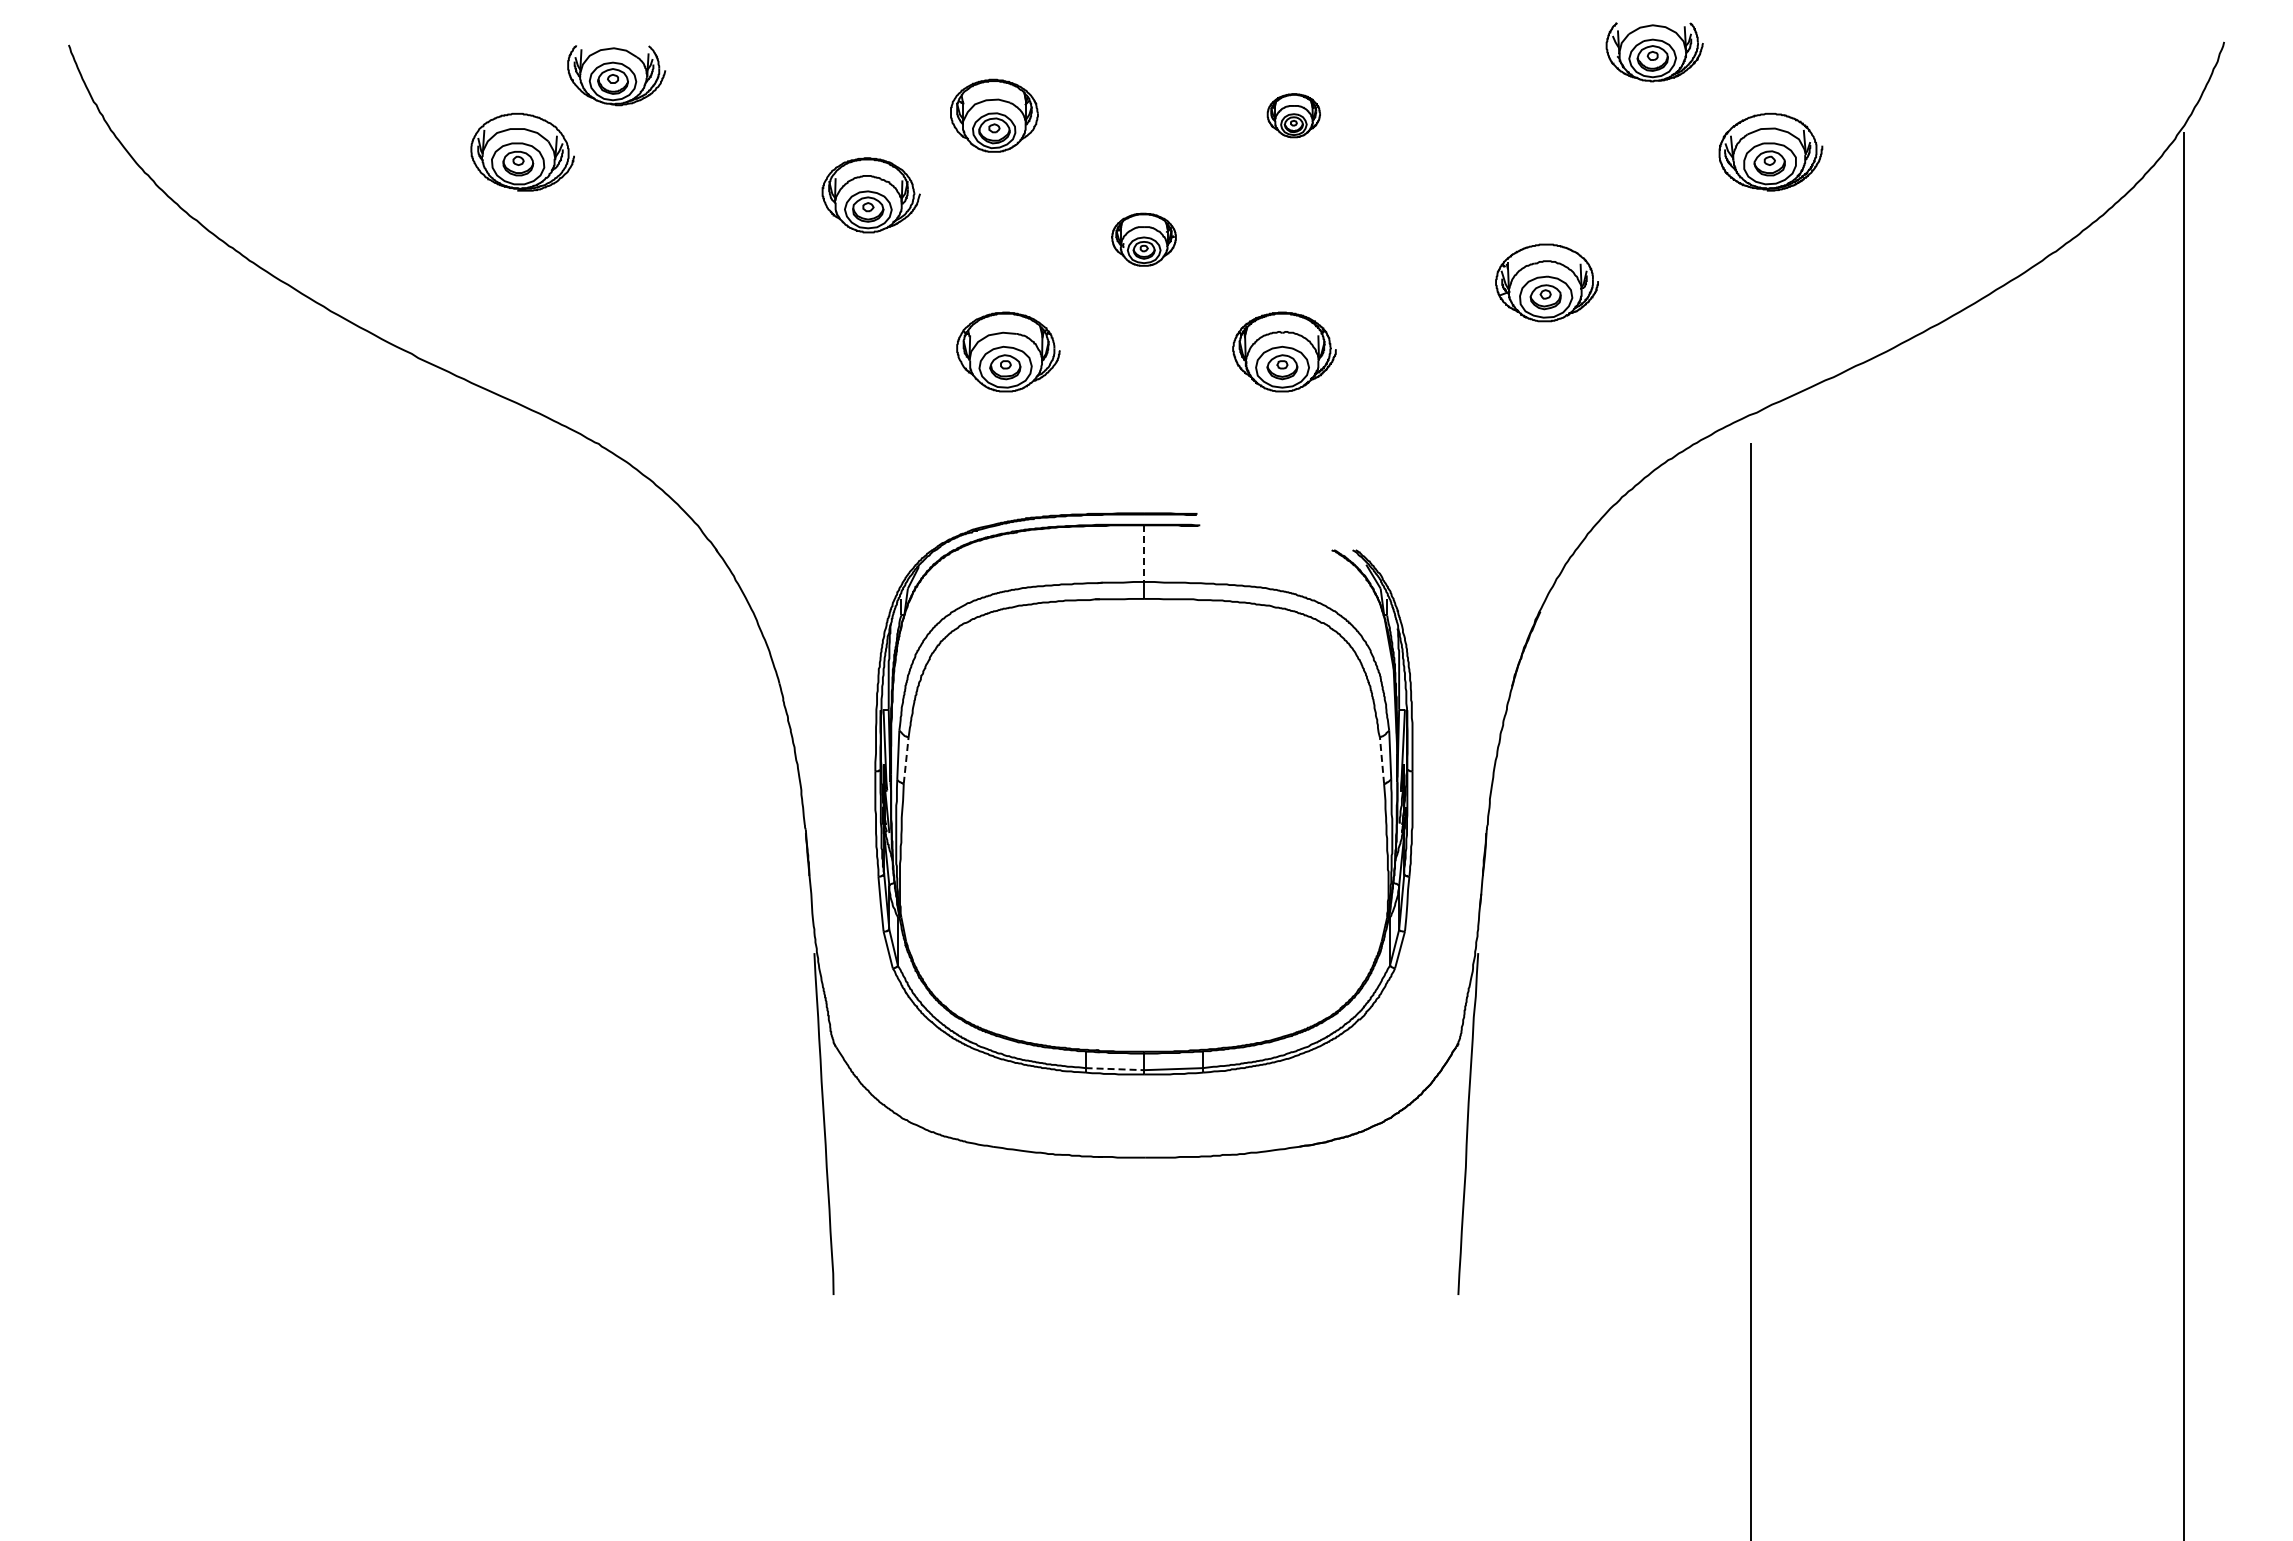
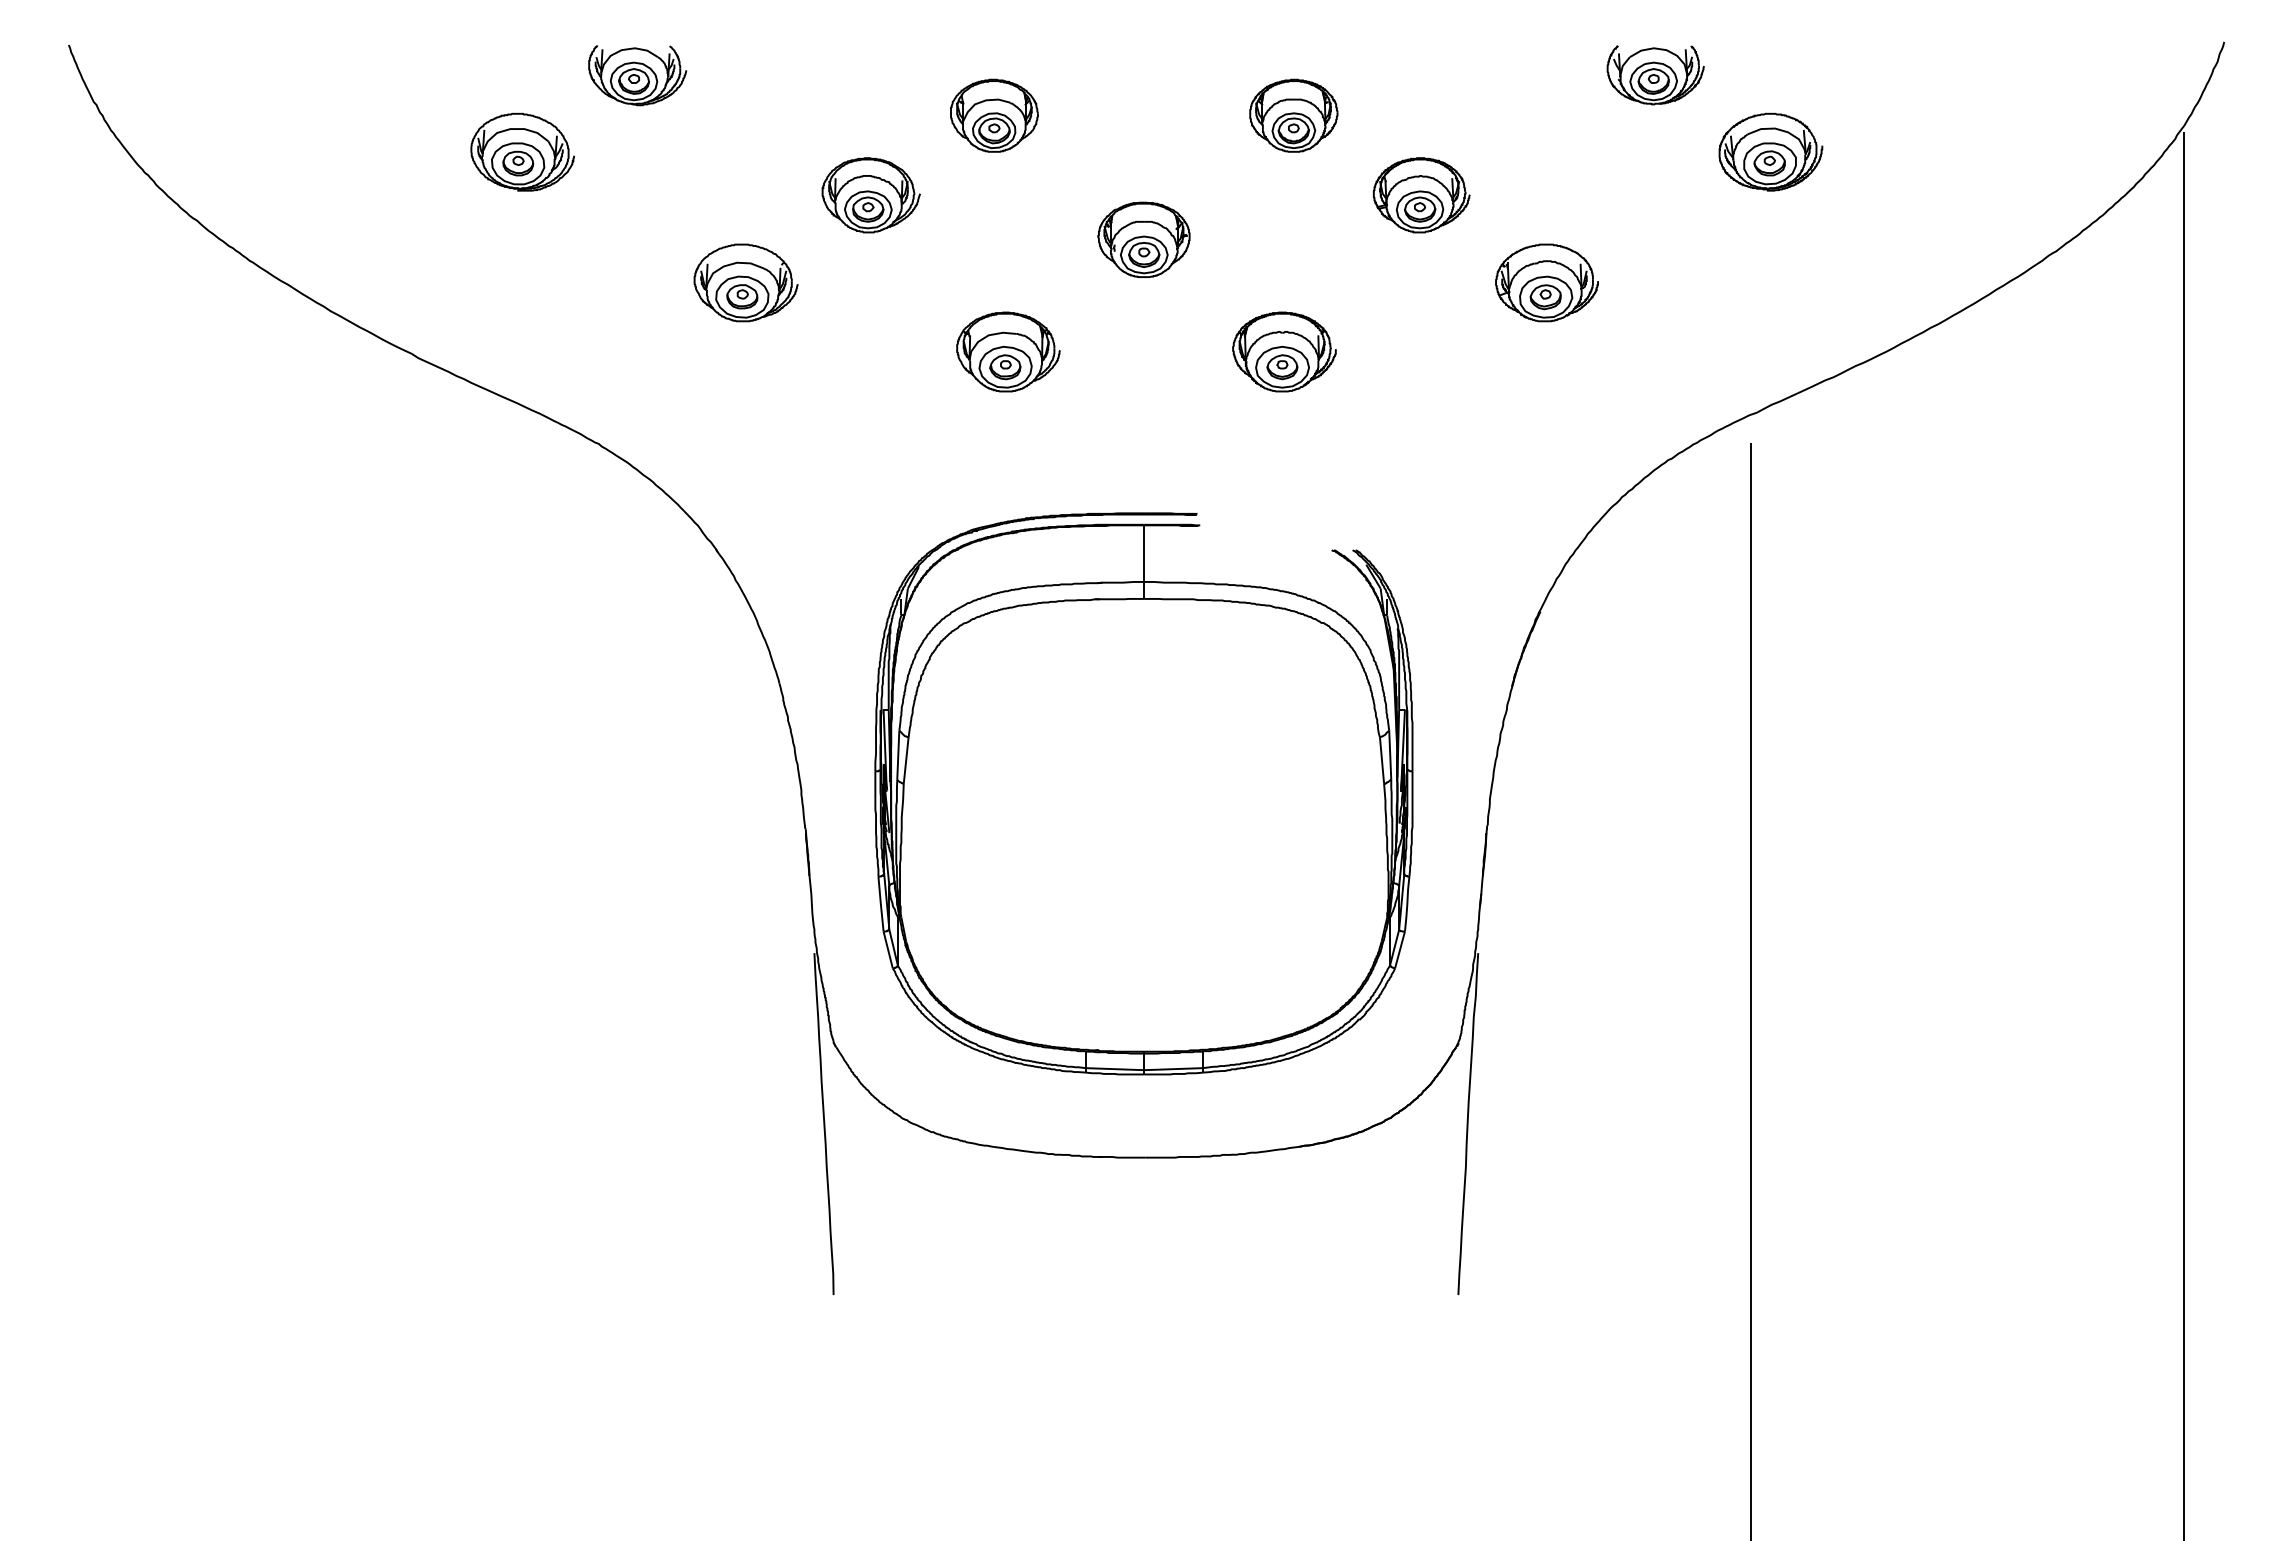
part at (1654, 52) position: (1654, 52) -> (1655, 75)
part at (616, 75) position: (616, 75) -> (637, 75)
part at (1293, 115) size: 55x46 px -> 90x75 px
part at (1421, 195): none -> present
part at (1143, 239) size: 66x55 px -> 94x77 px
part at (745, 282): none -> present
line at (1144, 553): dashed -> solid
line at (906, 760): dashed -> solid
line at (1381, 760): dashed -> solid
line at (1115, 1069): dashed -> solid
